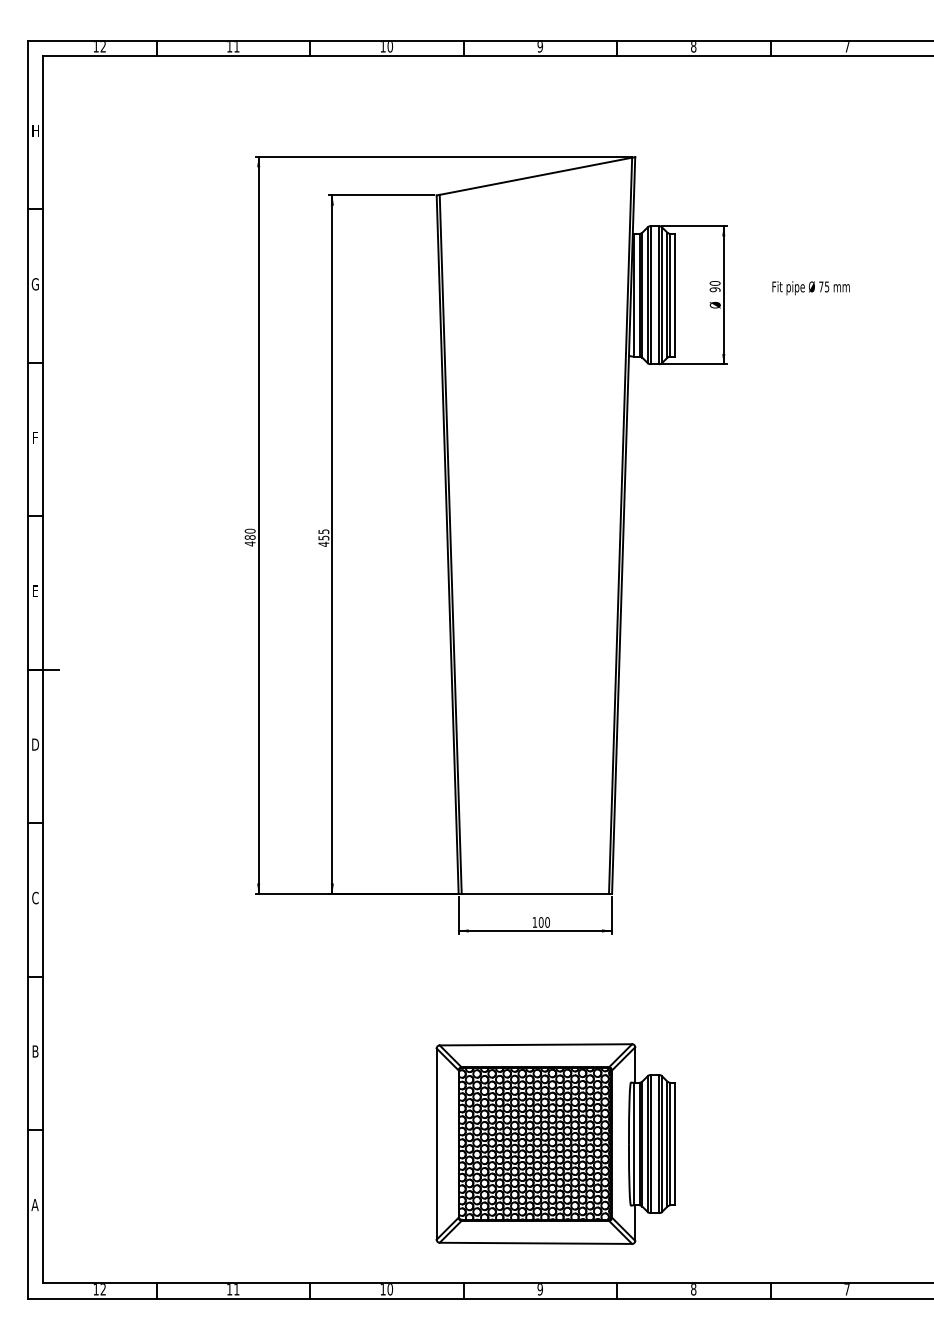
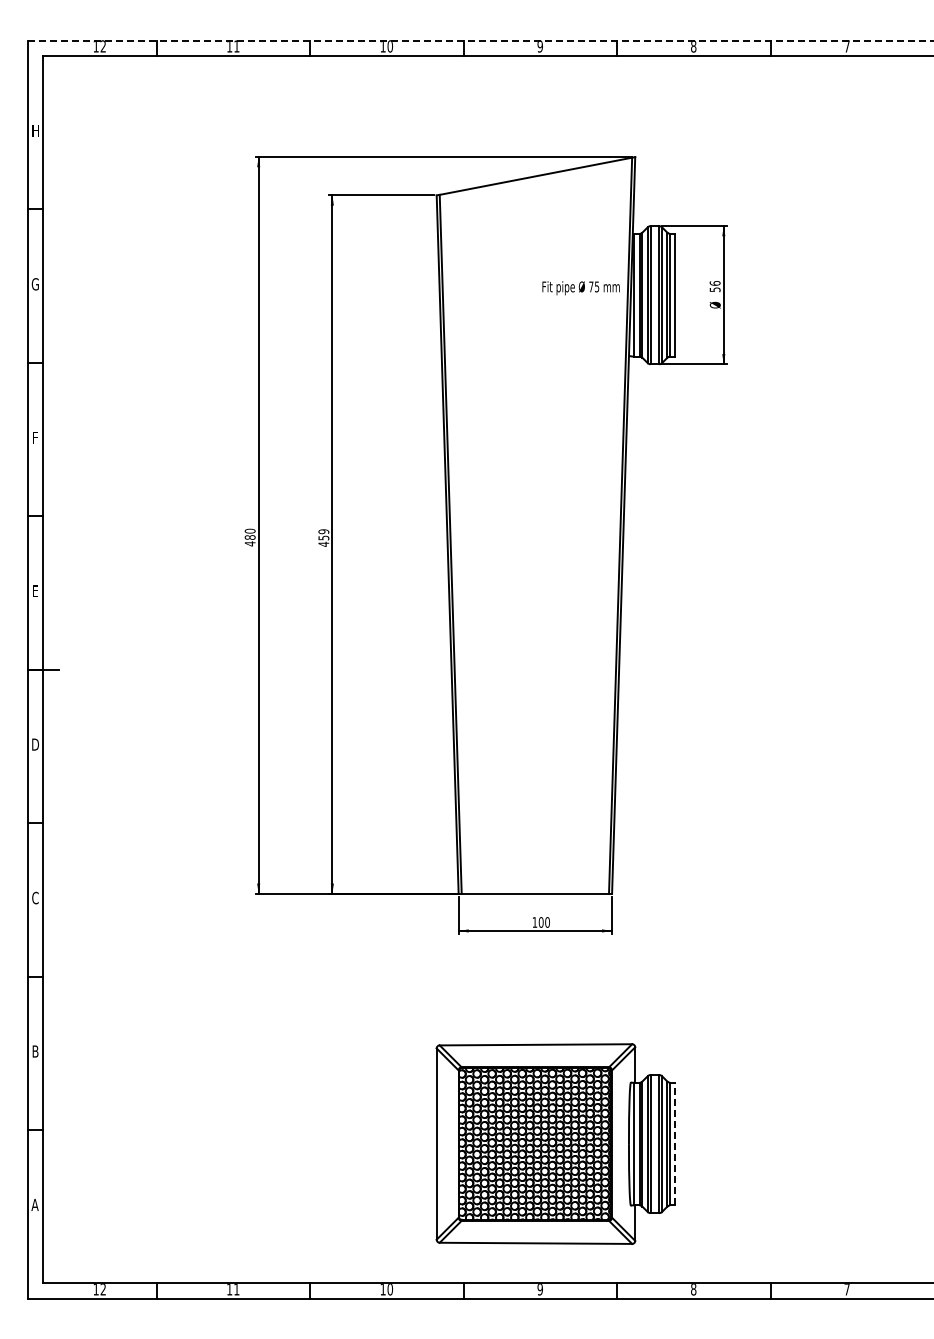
line at (480, 40): solid -> dashed
text at (714, 286): 90 -> 56
text at (810, 288) position: (810, 288) -> (580, 288)
text at (323, 531): 455 -> 459
line at (674, 1143): solid -> dashed
